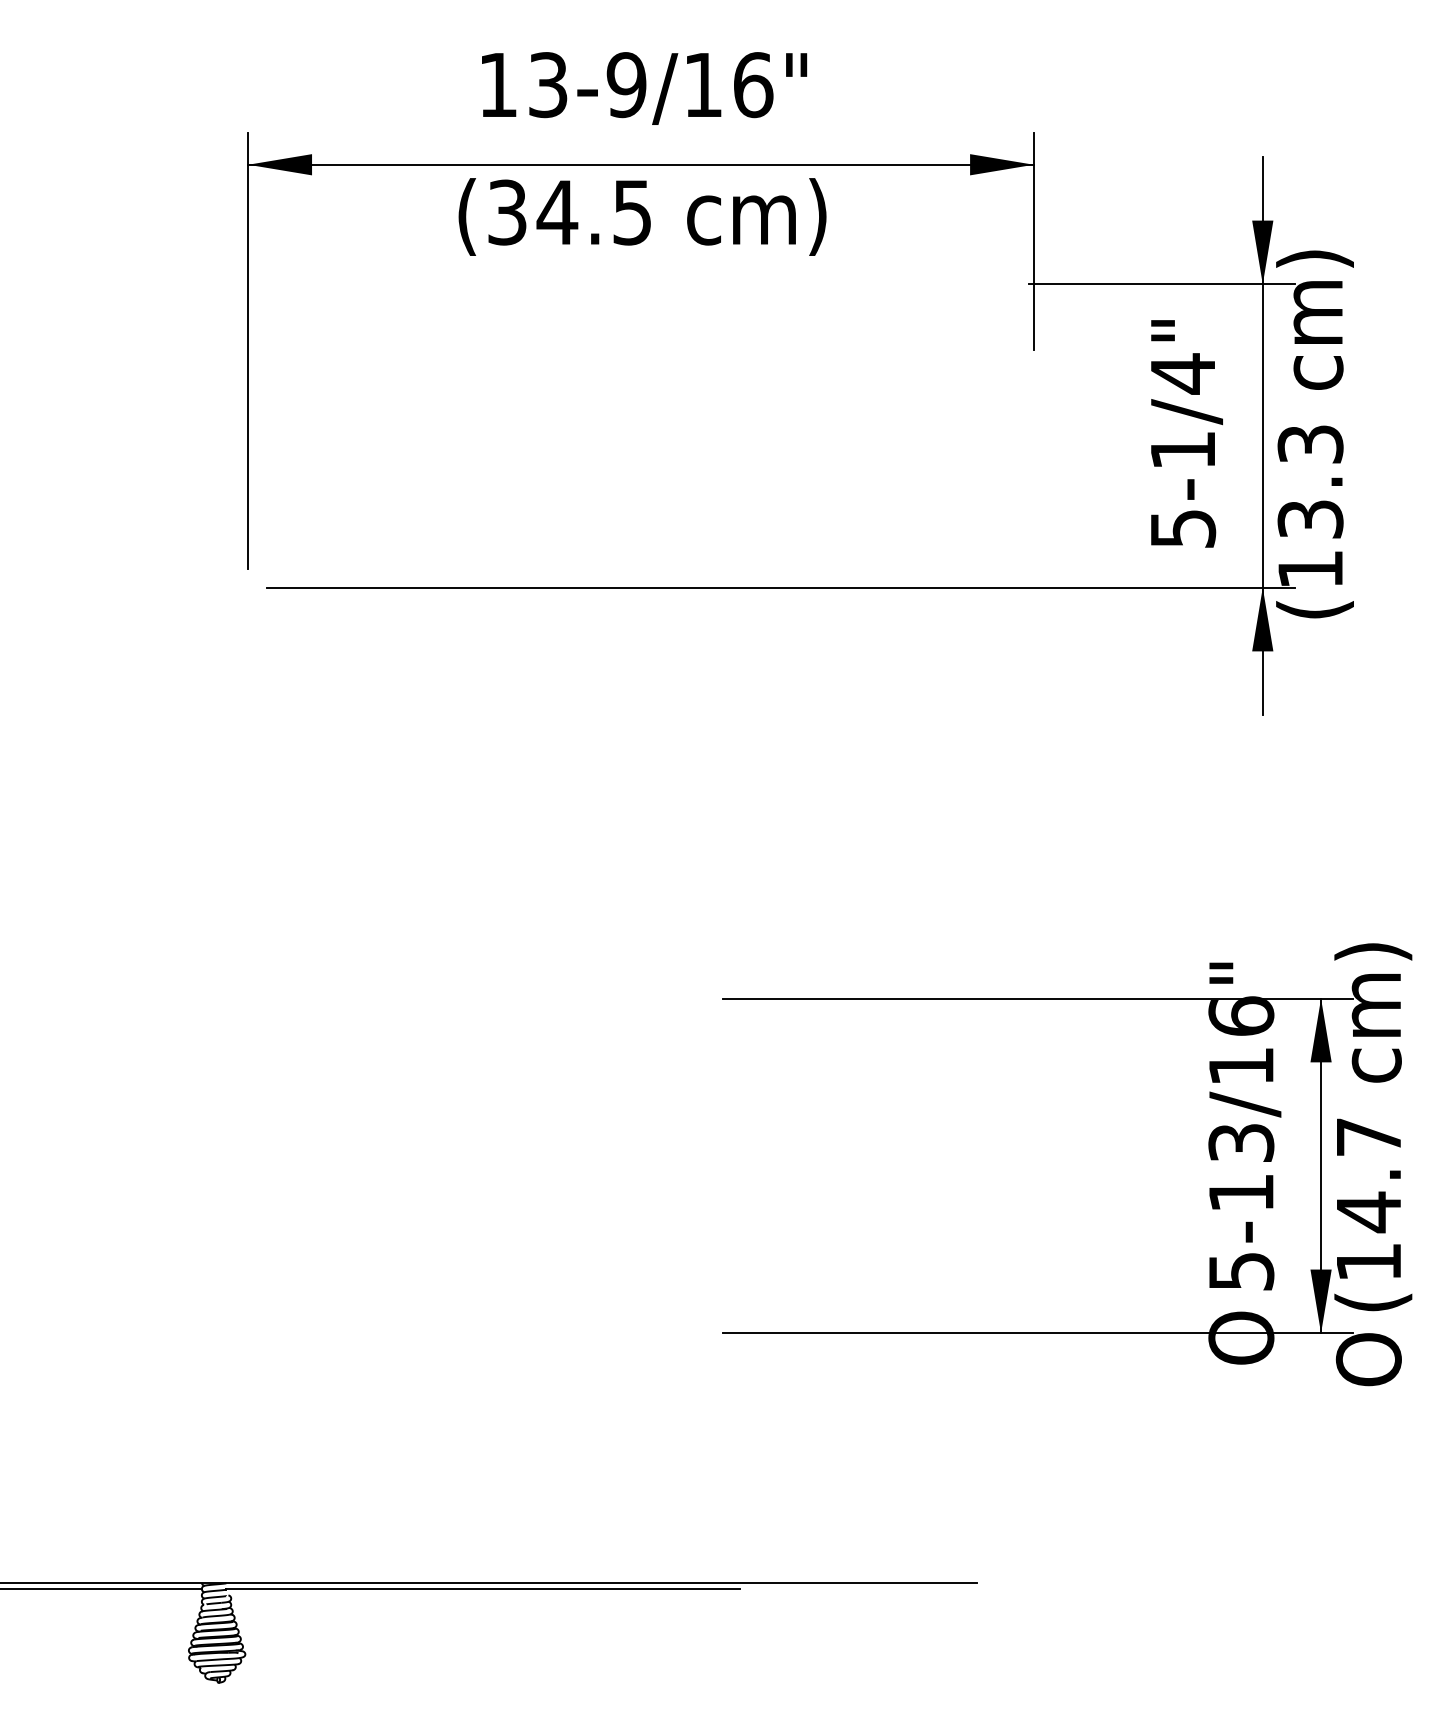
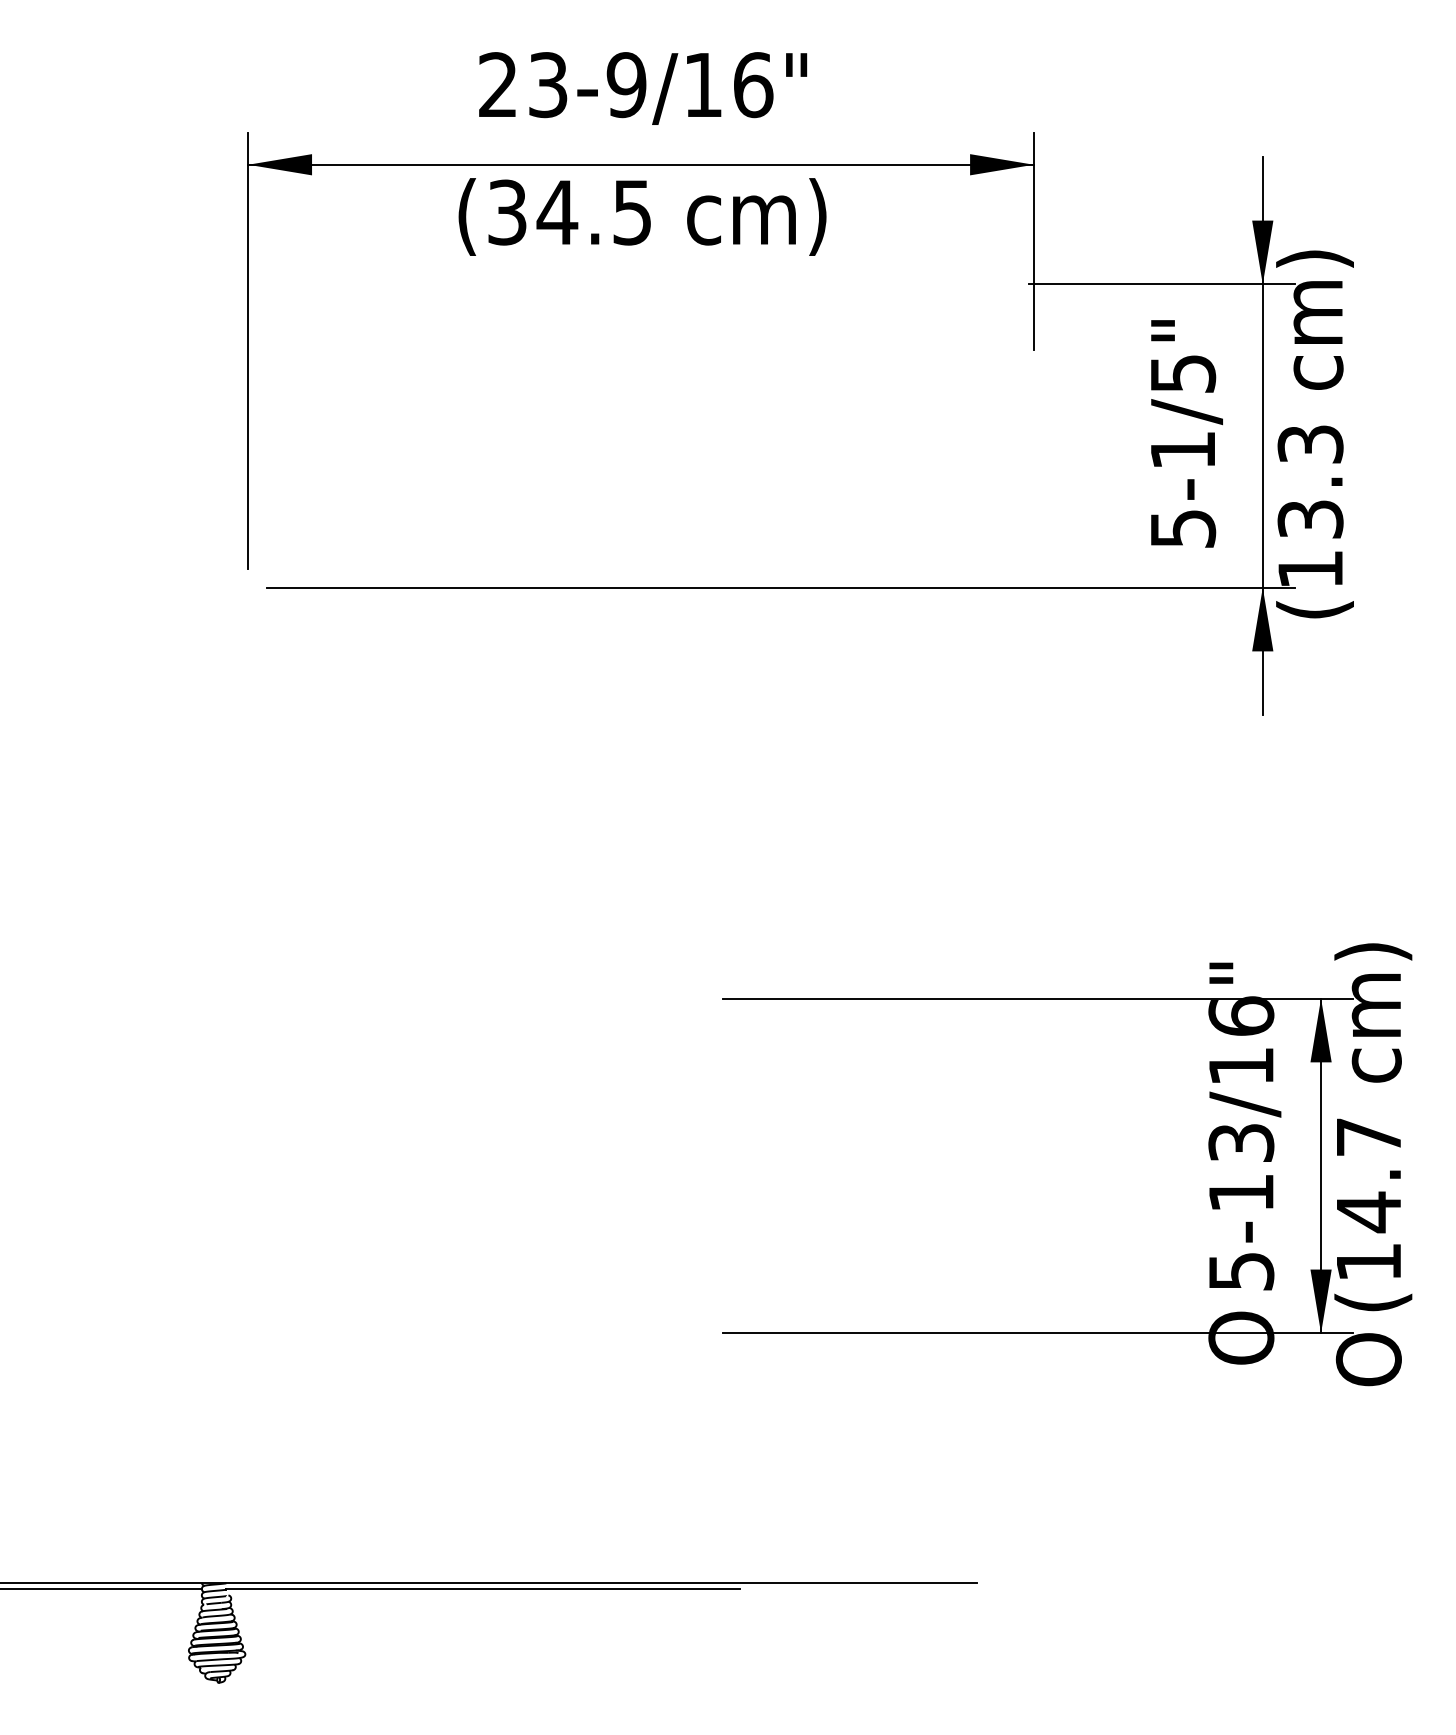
text at (497, 84): 13-9/16" -> 23-9/16"
text at (1183, 373): 5-1/4" -> 5-1/5"
